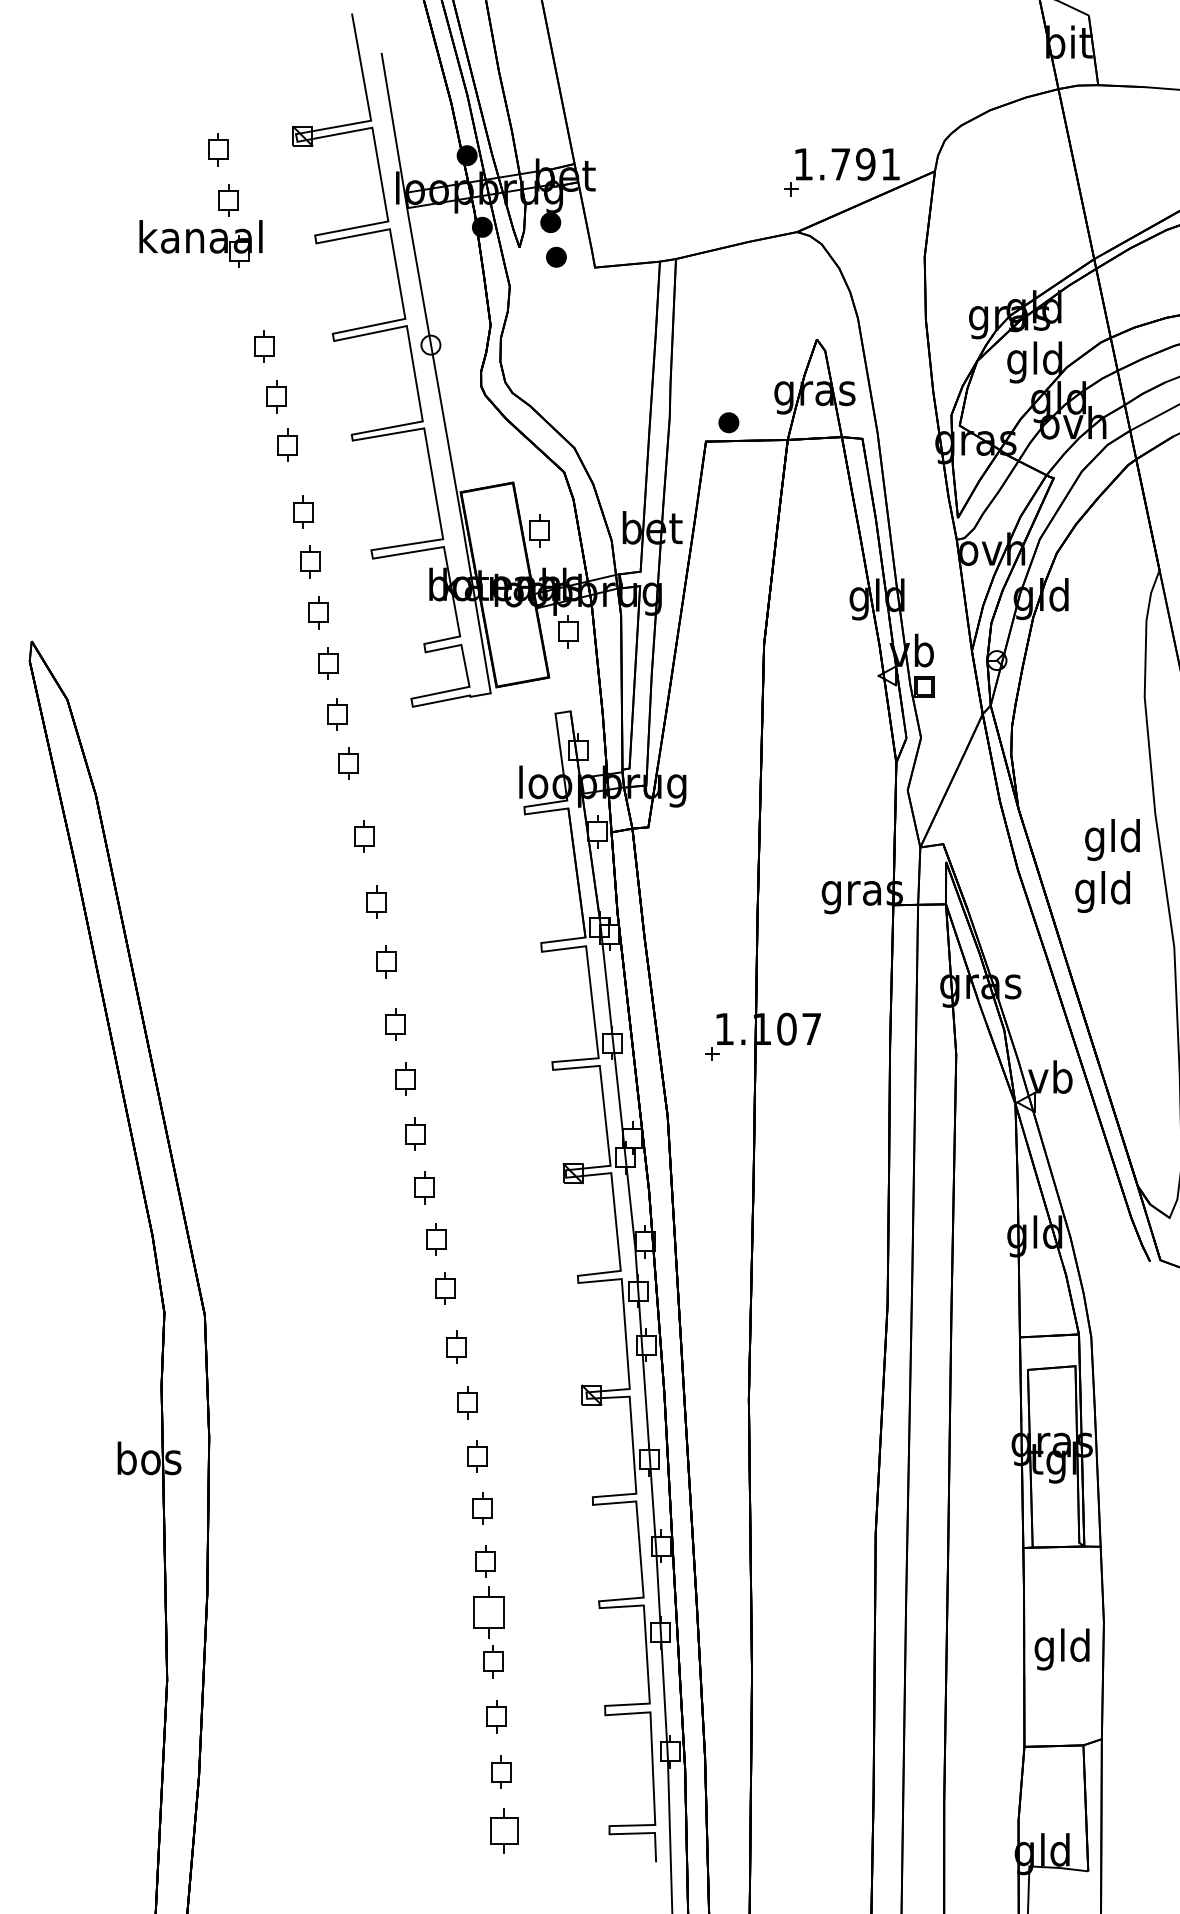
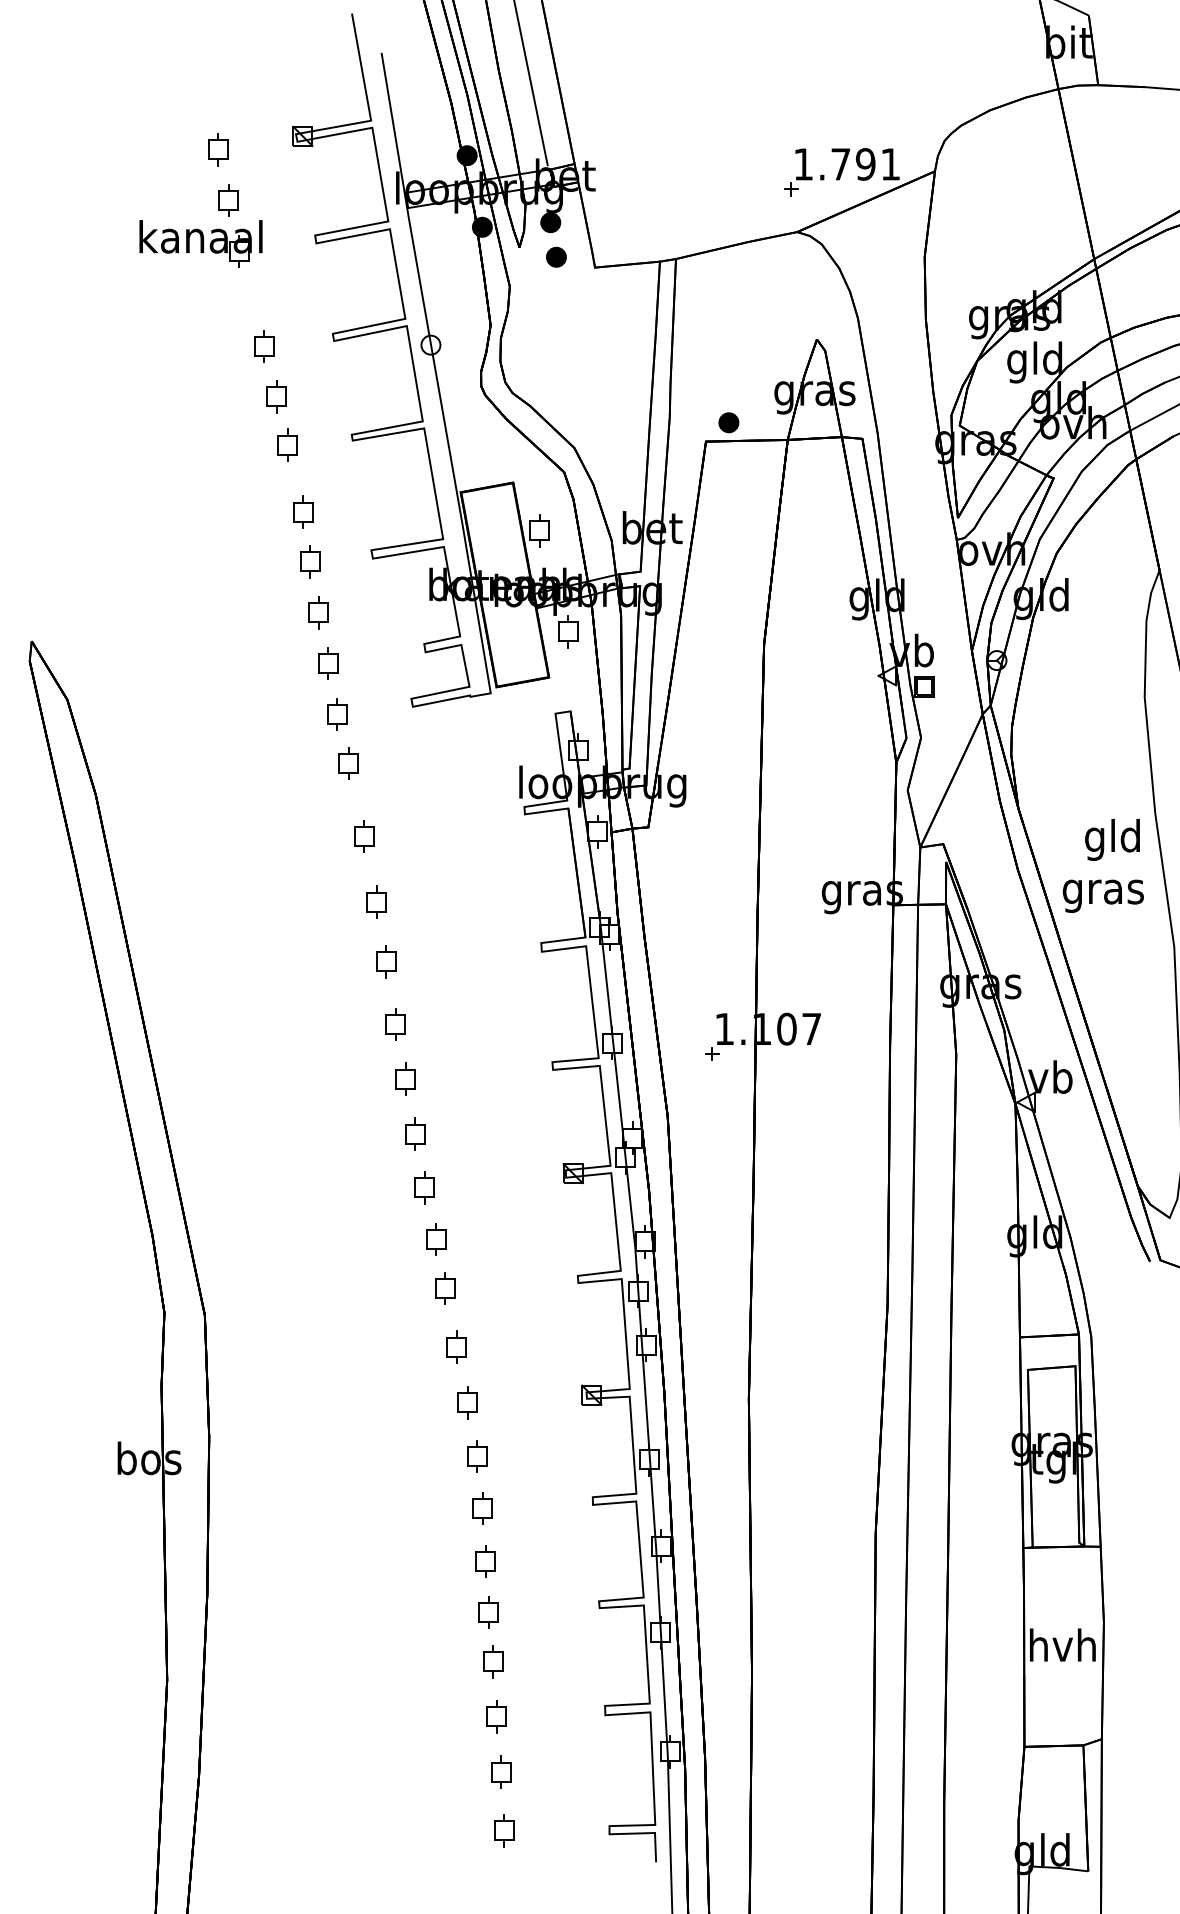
line at (530, 83): none -> present
text at (1102, 891): gld -> gras
part at (488, 1612) size: 32x53 px -> 21x33 px
text at (1062, 1649): gld -> hvh
part at (504, 1830) size: 29x46 px -> 21x34 px
